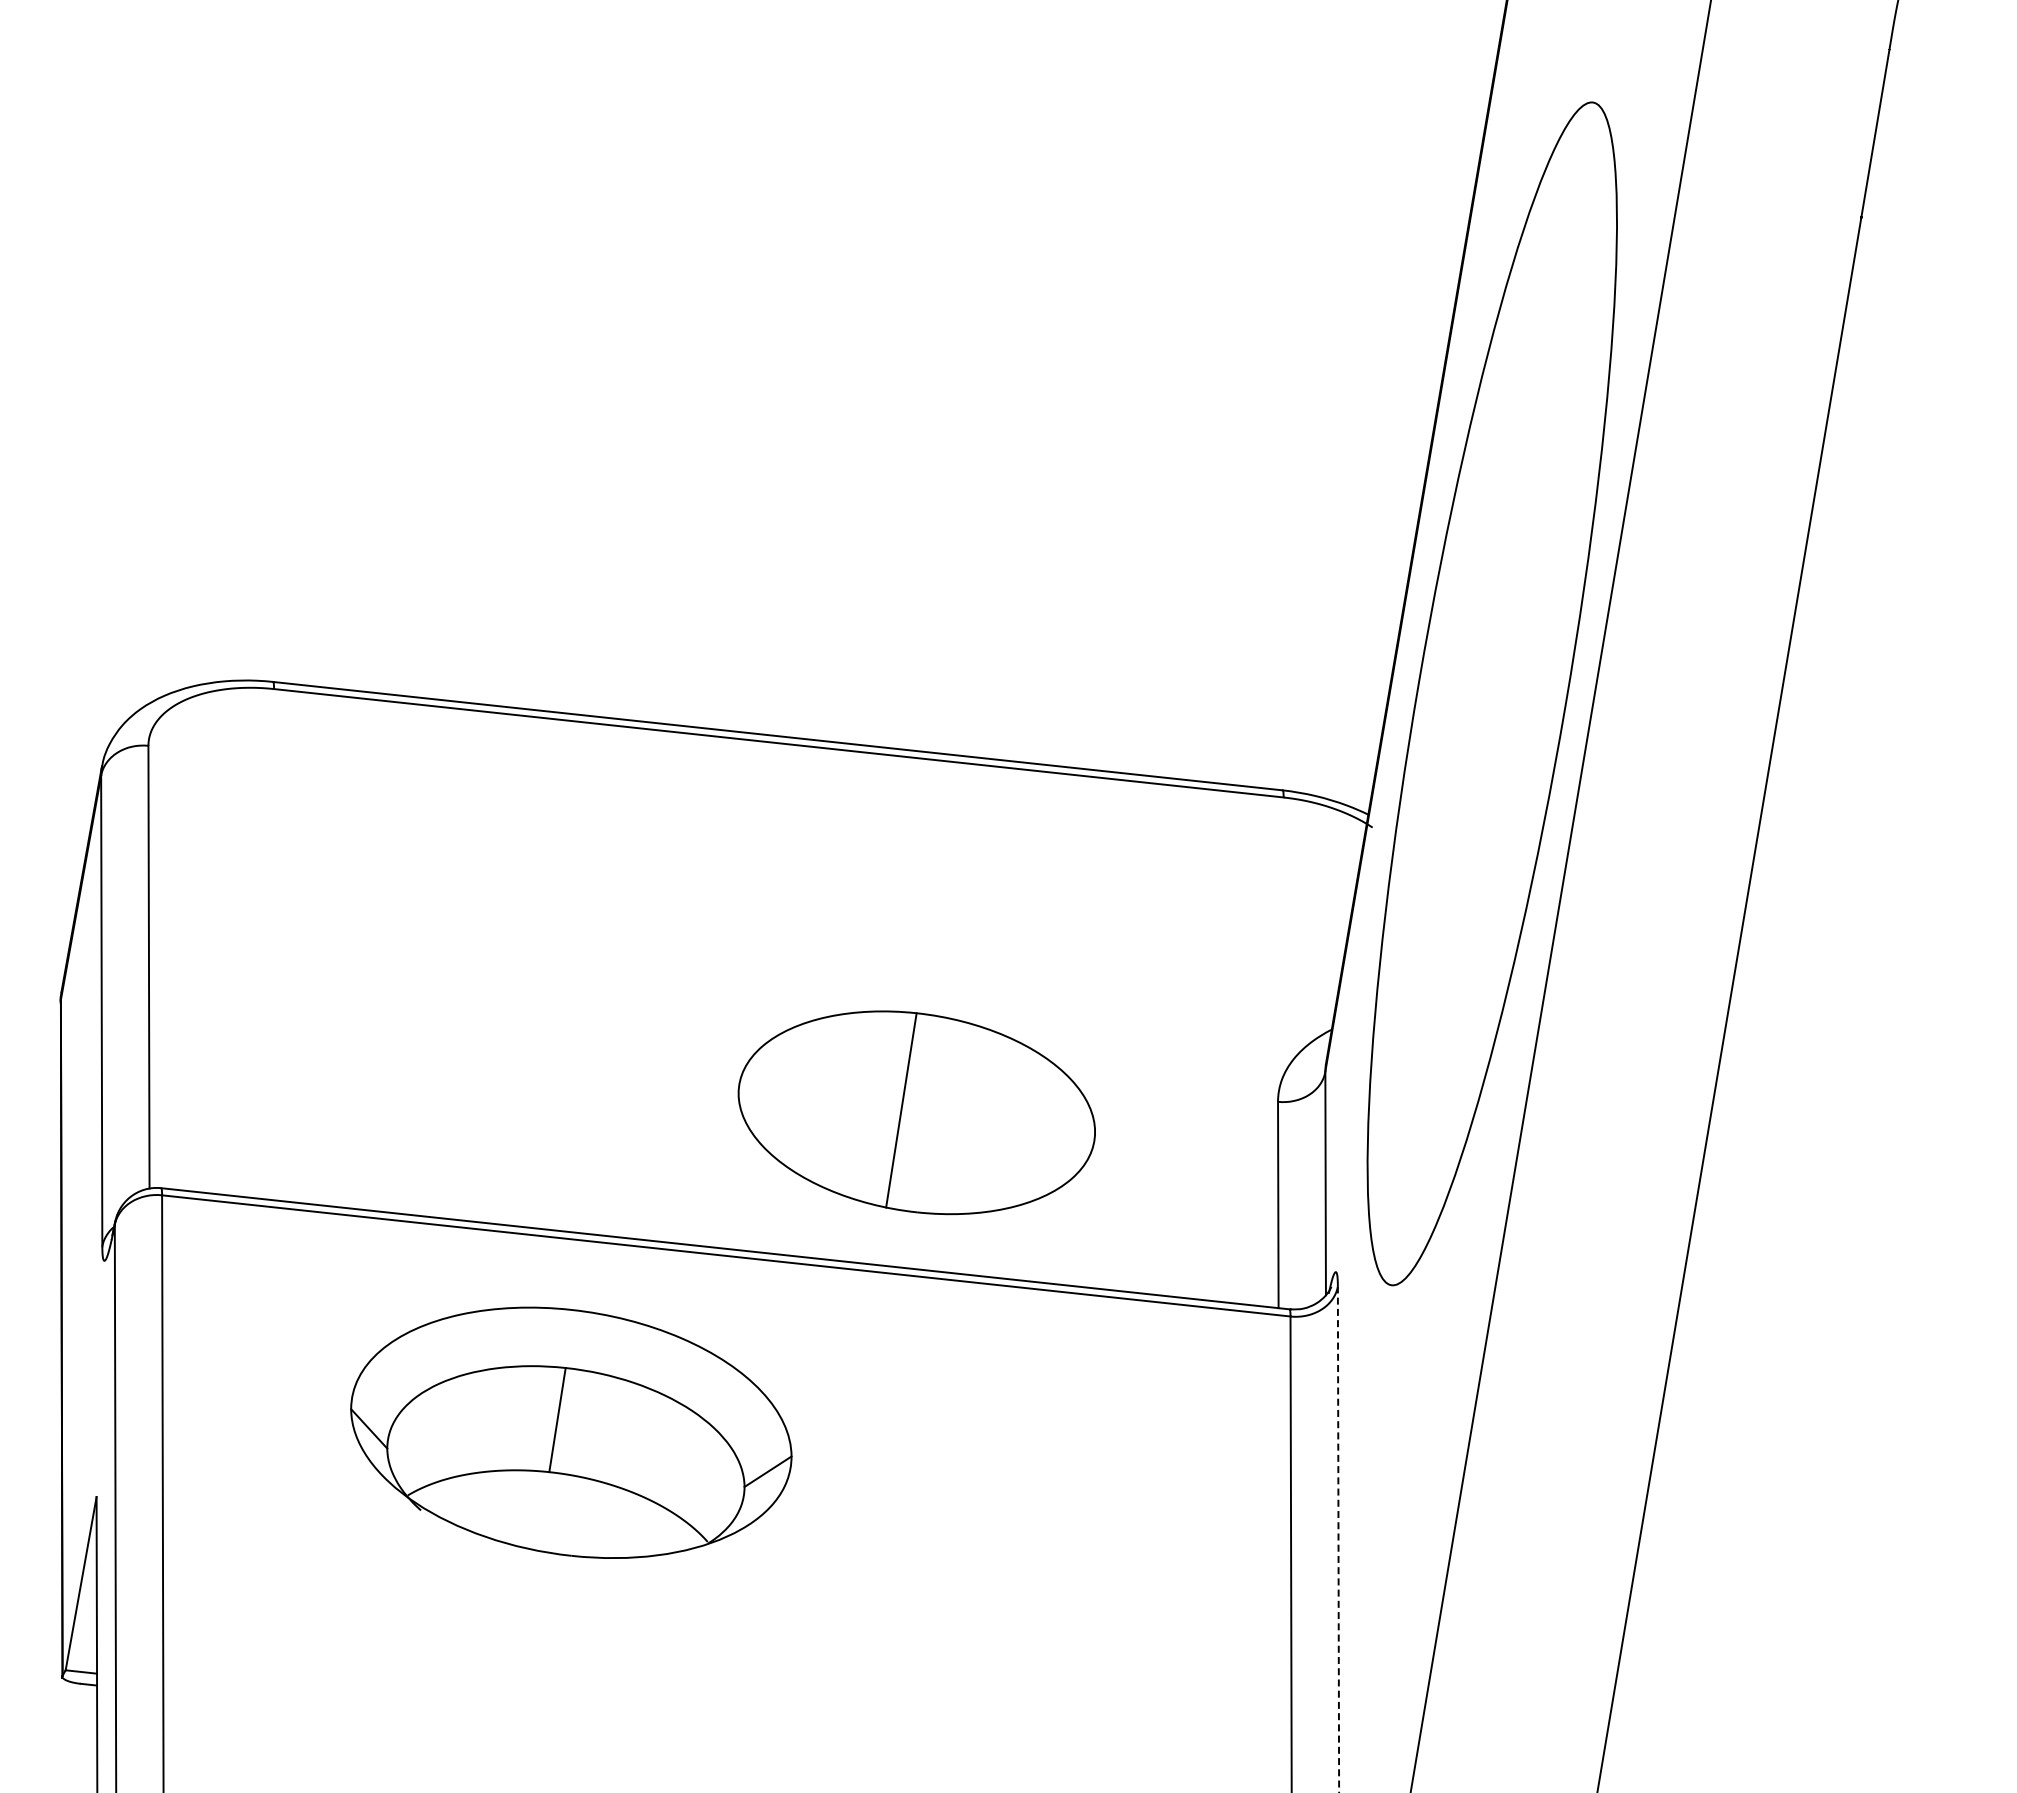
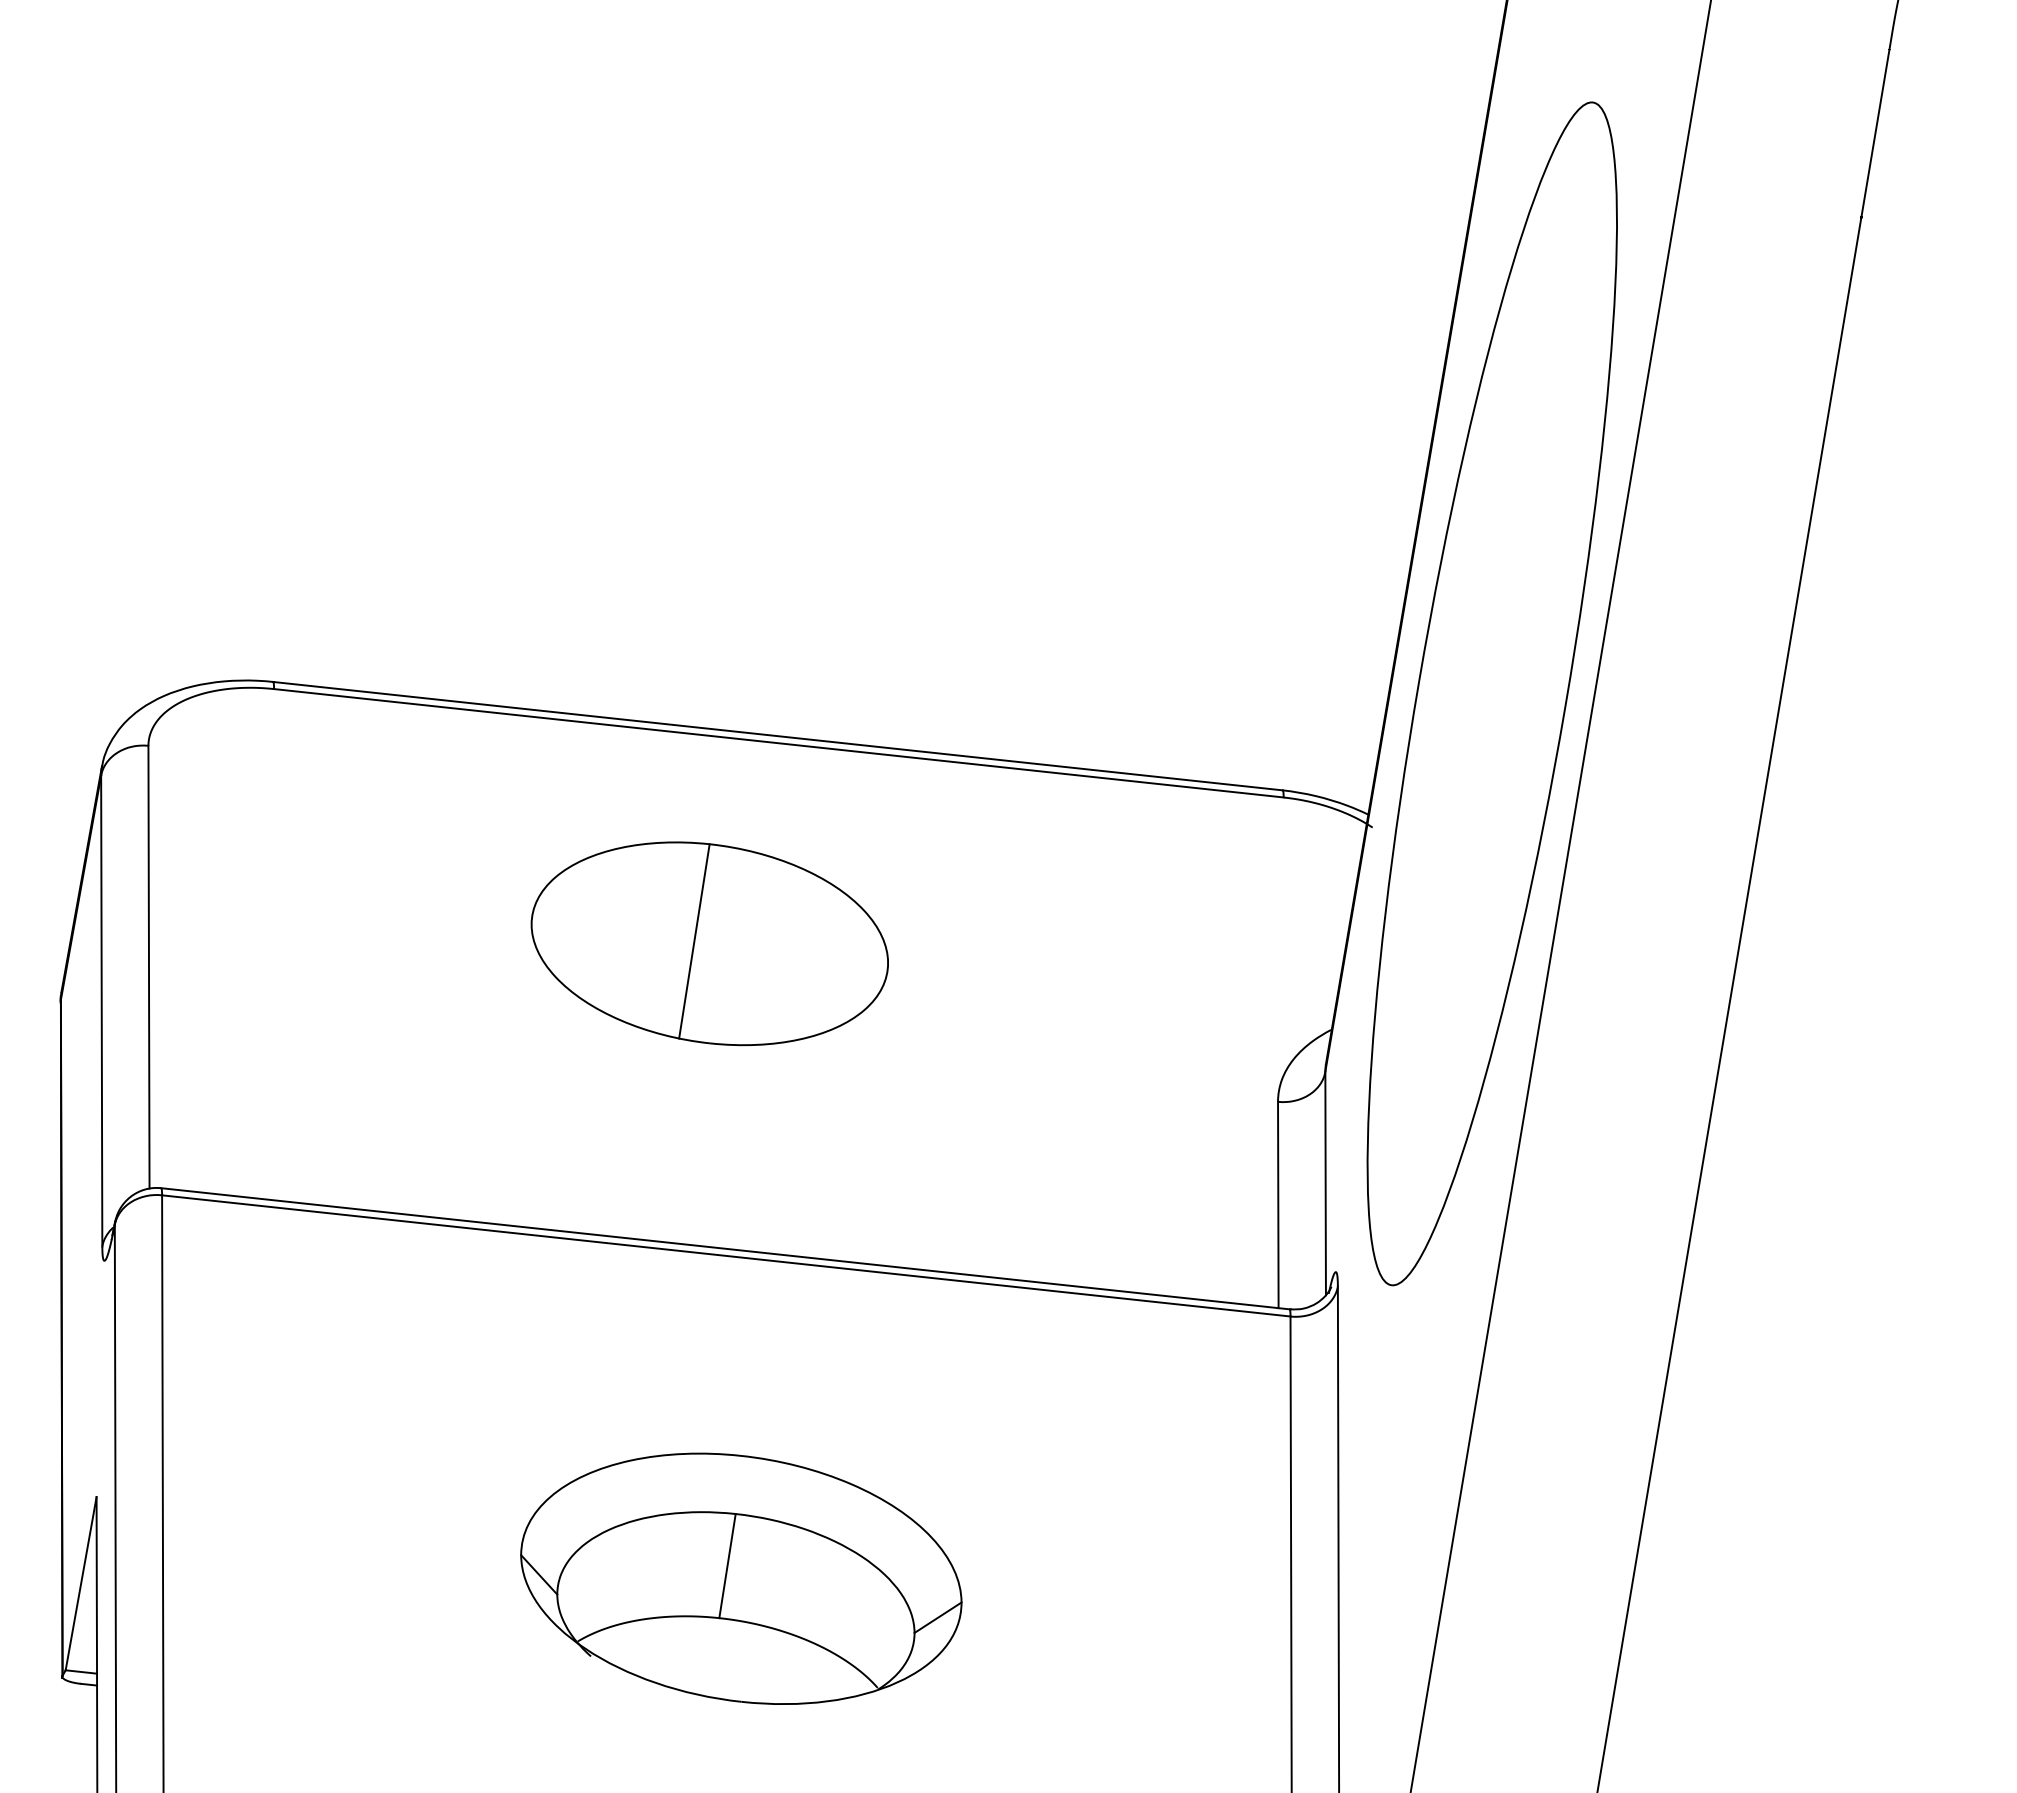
part at (916, 1112) position: (916, 1112) -> (709, 943)
part at (571, 1432) position: (571, 1432) -> (741, 1578)
line at (1338, 1539): dashed -> solid
